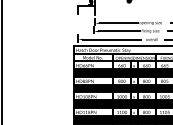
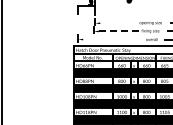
line at (119, 23): present -> none
line at (119, 31): solid -> dashed
line at (112, 39): present -> none
